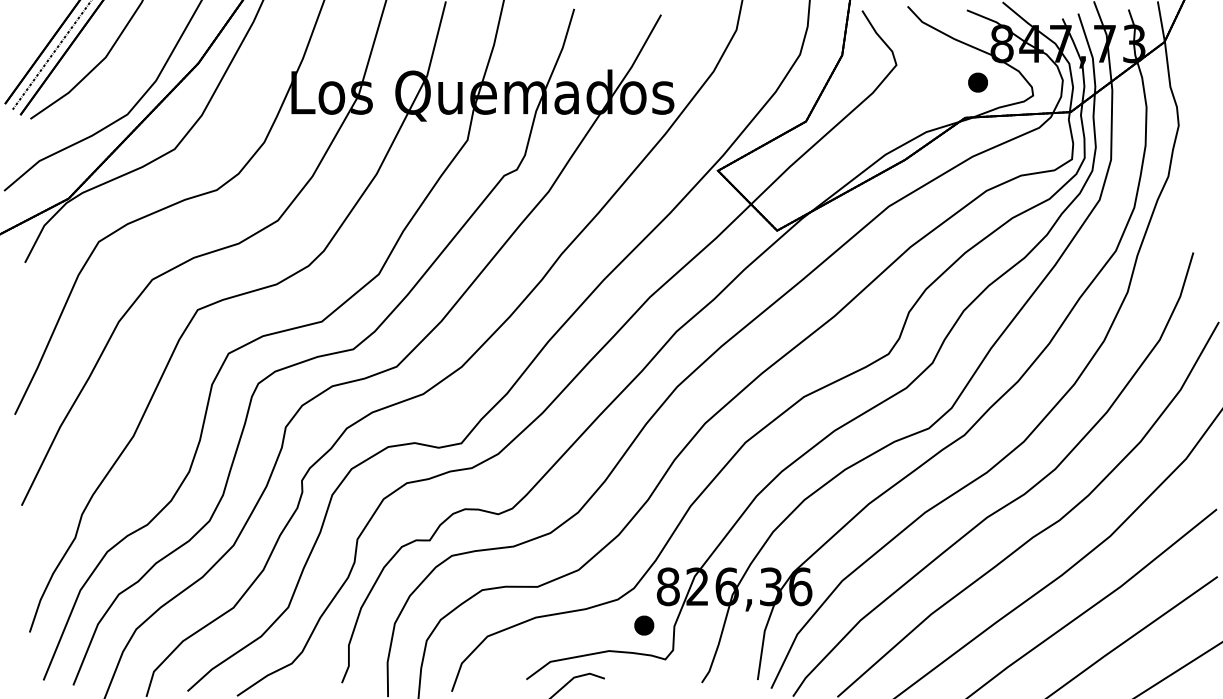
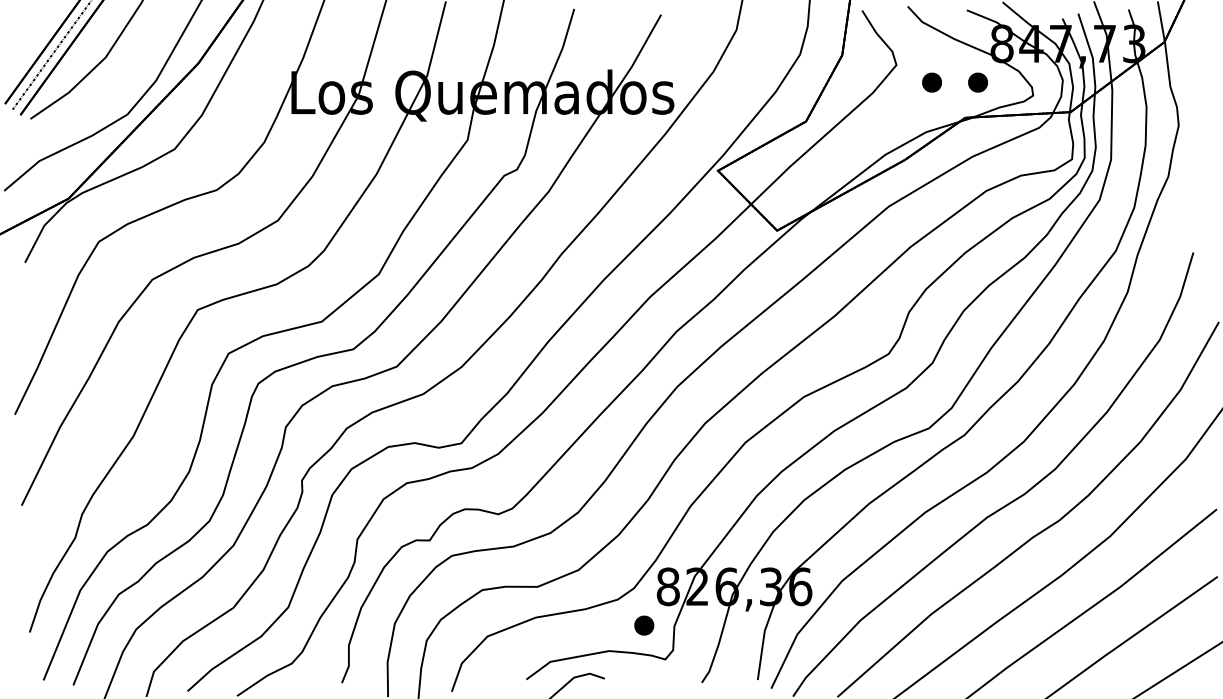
part at (931, 82): none -> present
